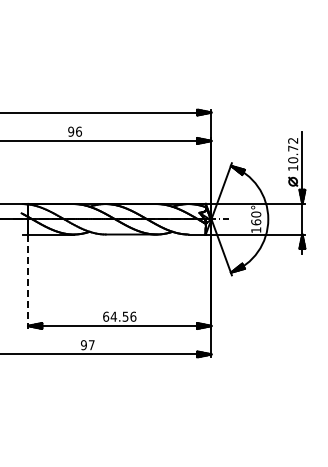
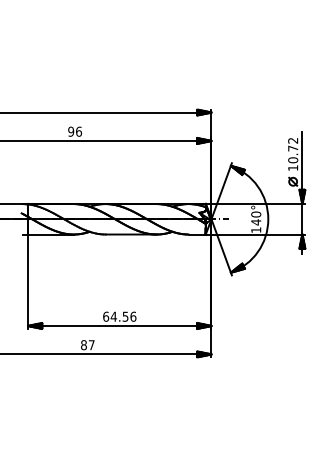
text at (256, 222): 160° -> 140°
line at (28, 282): dashed -> solid
text at (83, 345): 97 -> 87
